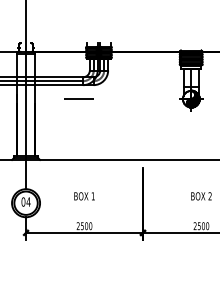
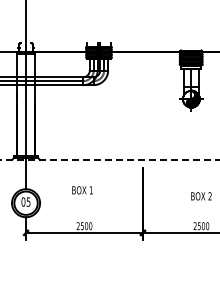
line at (78, 99): present -> none
line at (109, 159): solid -> dashed
text at (84, 196) position: (84, 196) -> (82, 190)
text at (28, 201): 04 -> 05
